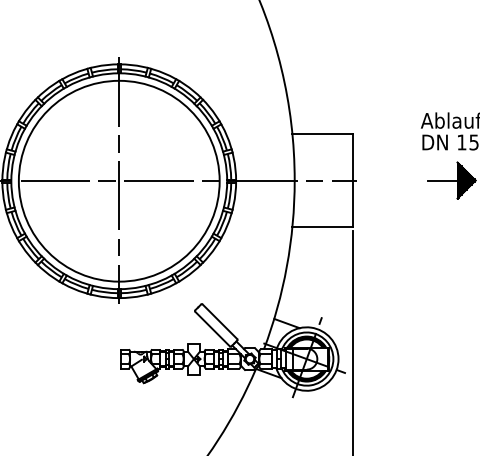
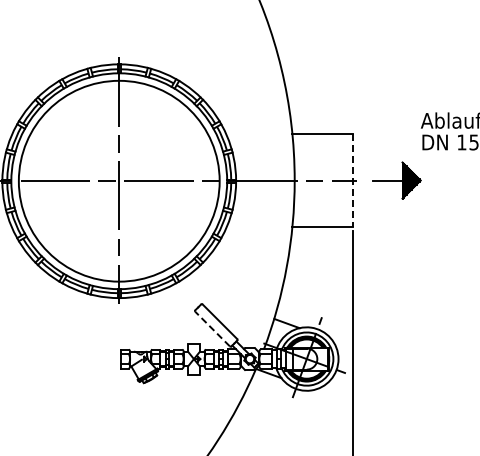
part at (451, 180) position: (451, 180) -> (396, 180)
line at (353, 181): solid -> dashed
line at (212, 328): solid -> dashed
